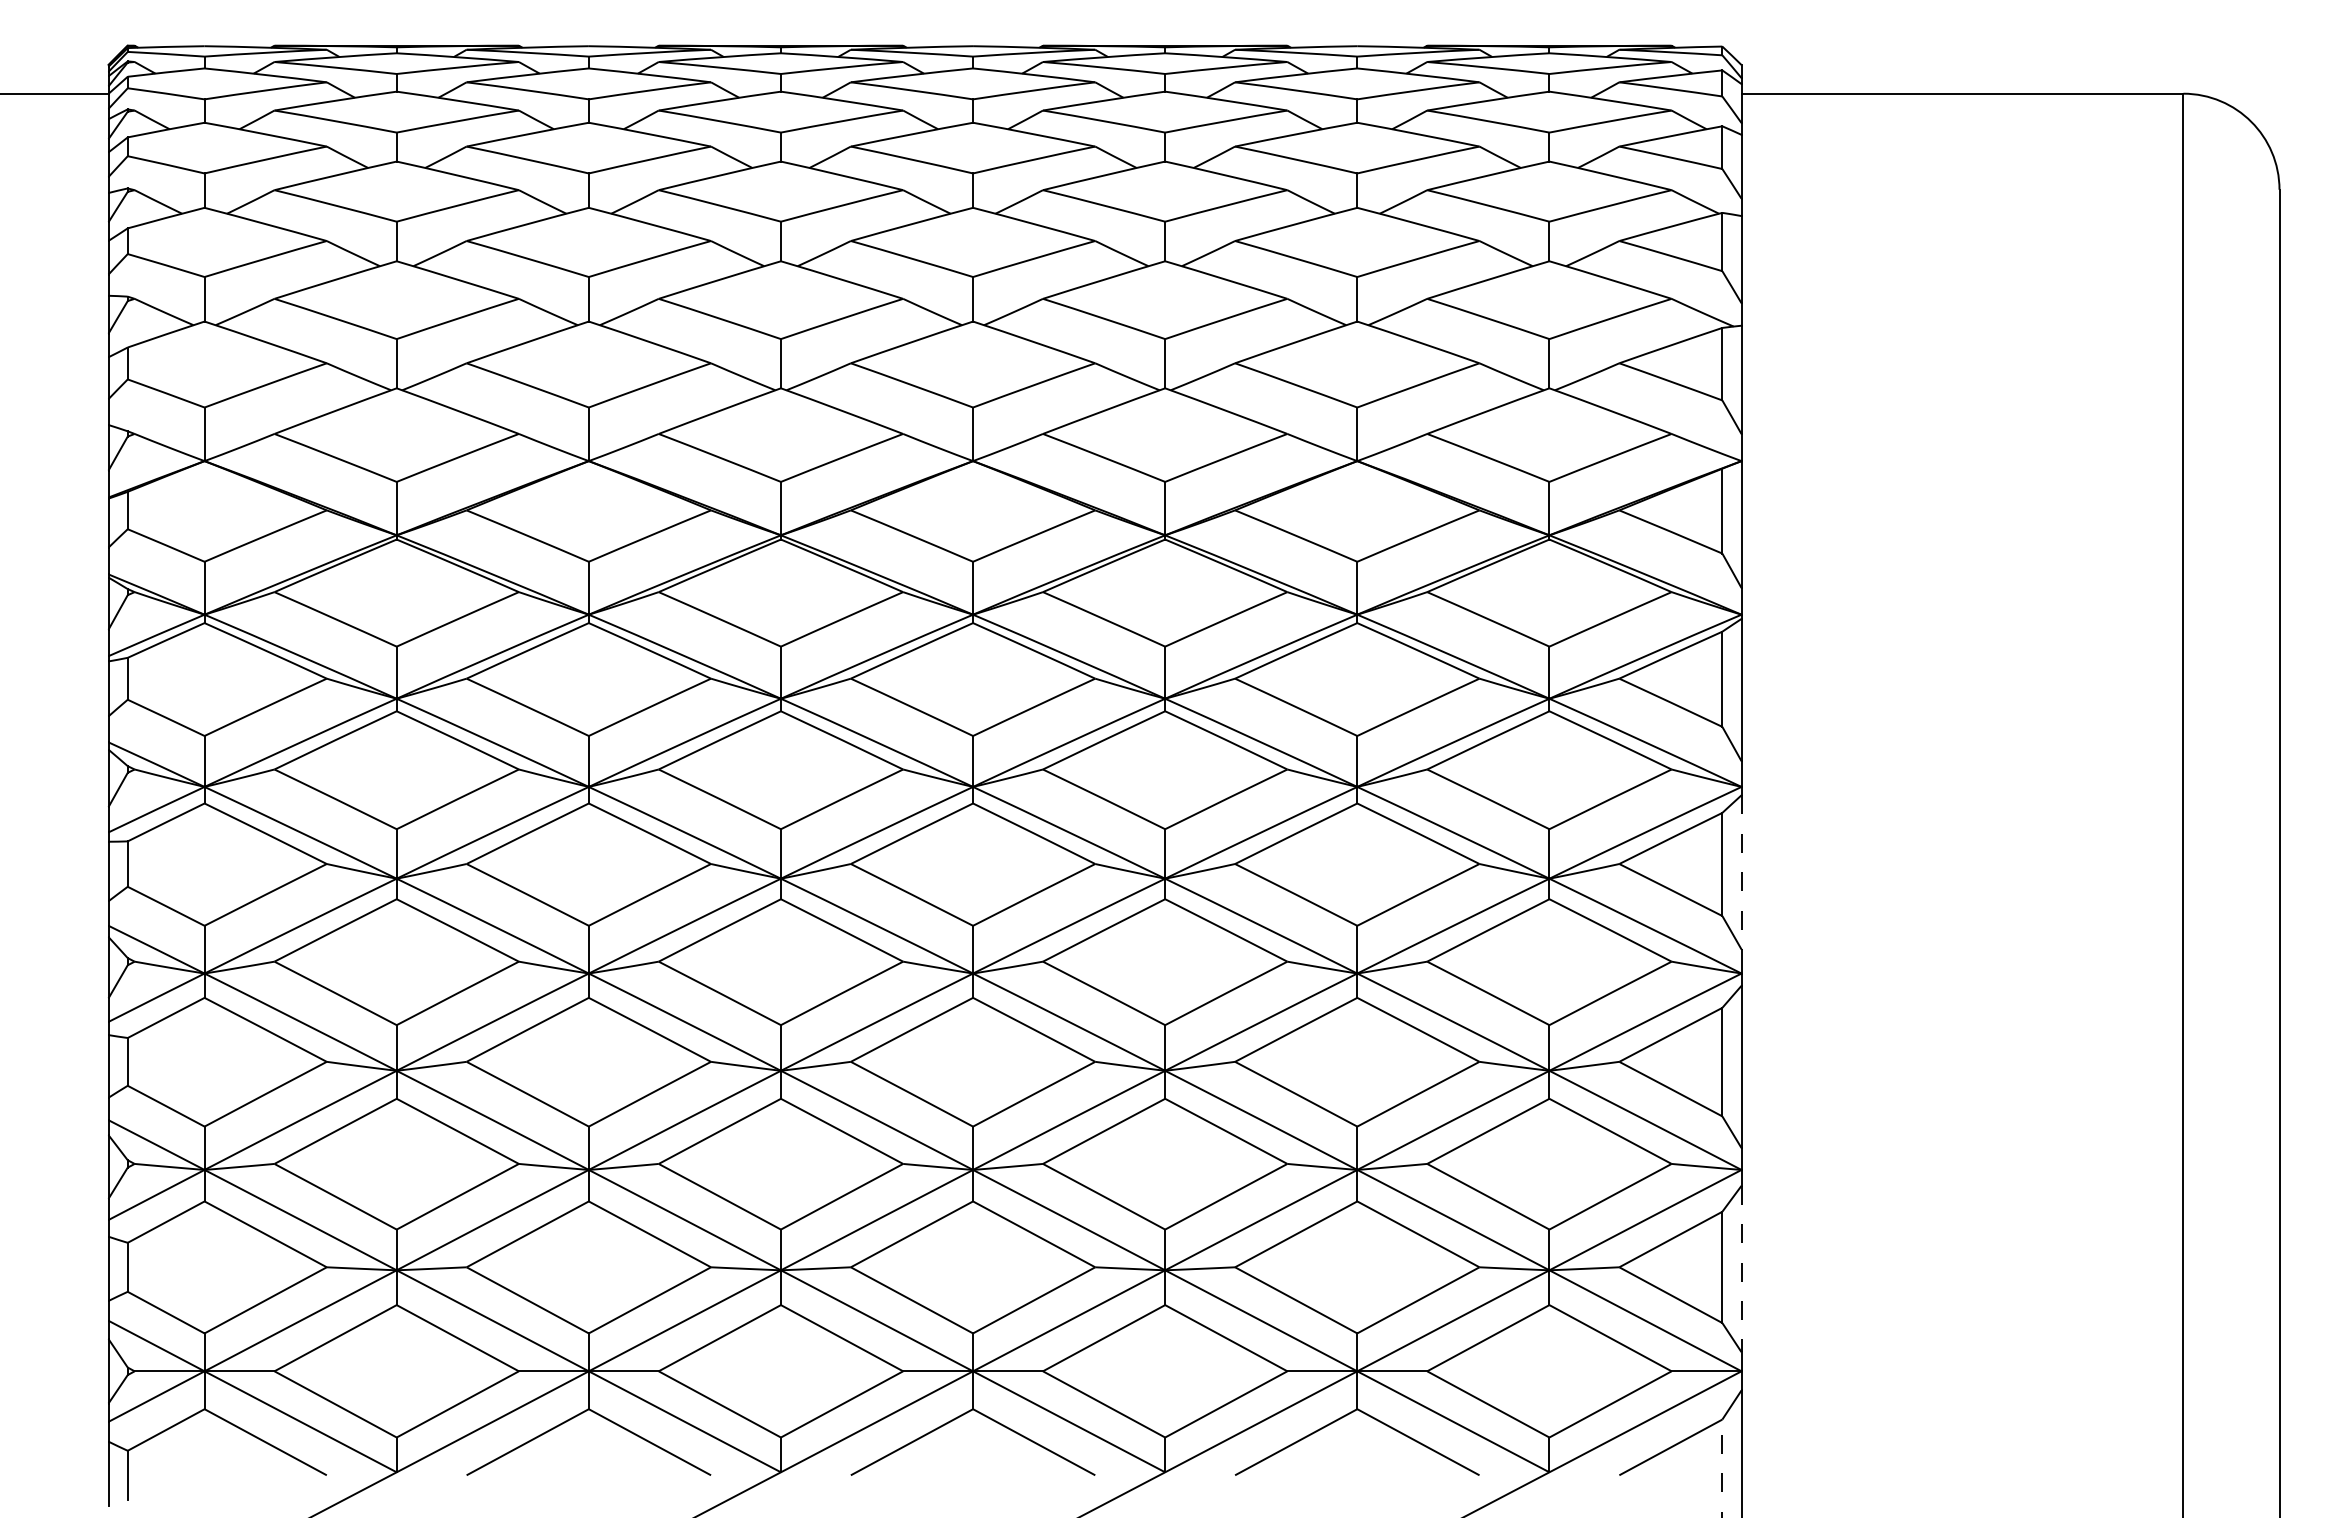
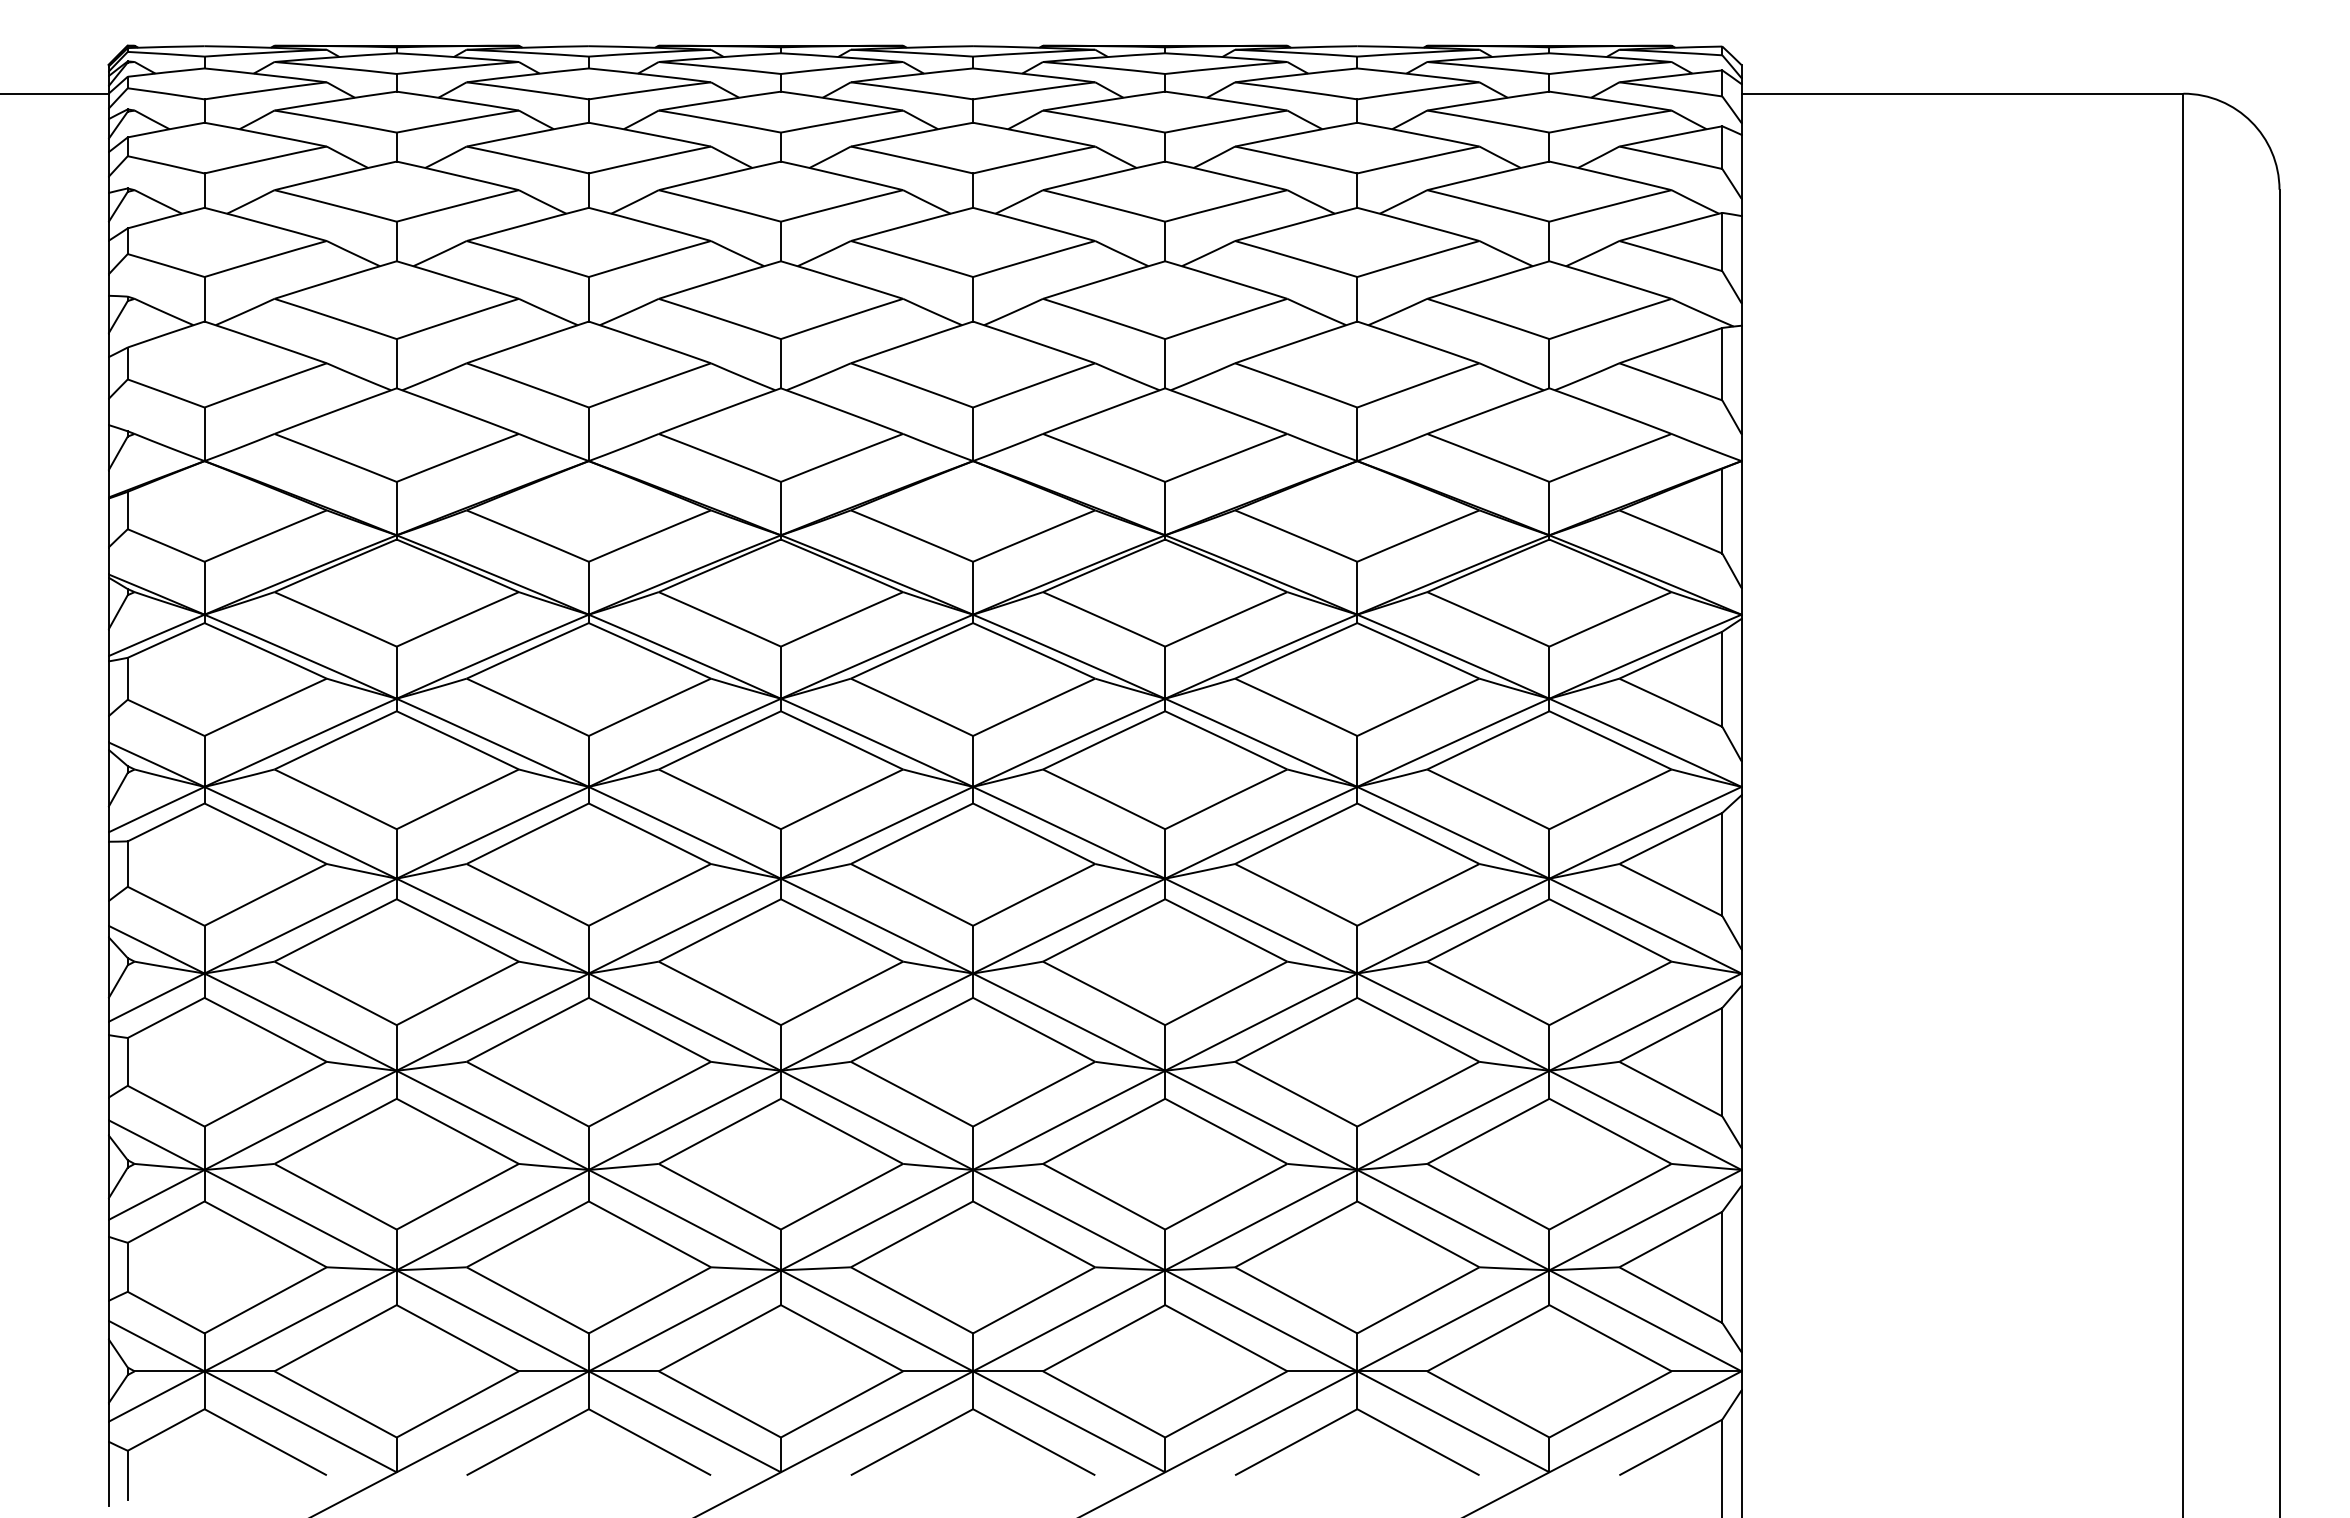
line at (1741, 872): dashed -> solid
line at (1741, 1269): dashed -> solid
line at (1722, 1468): dashed -> solid
